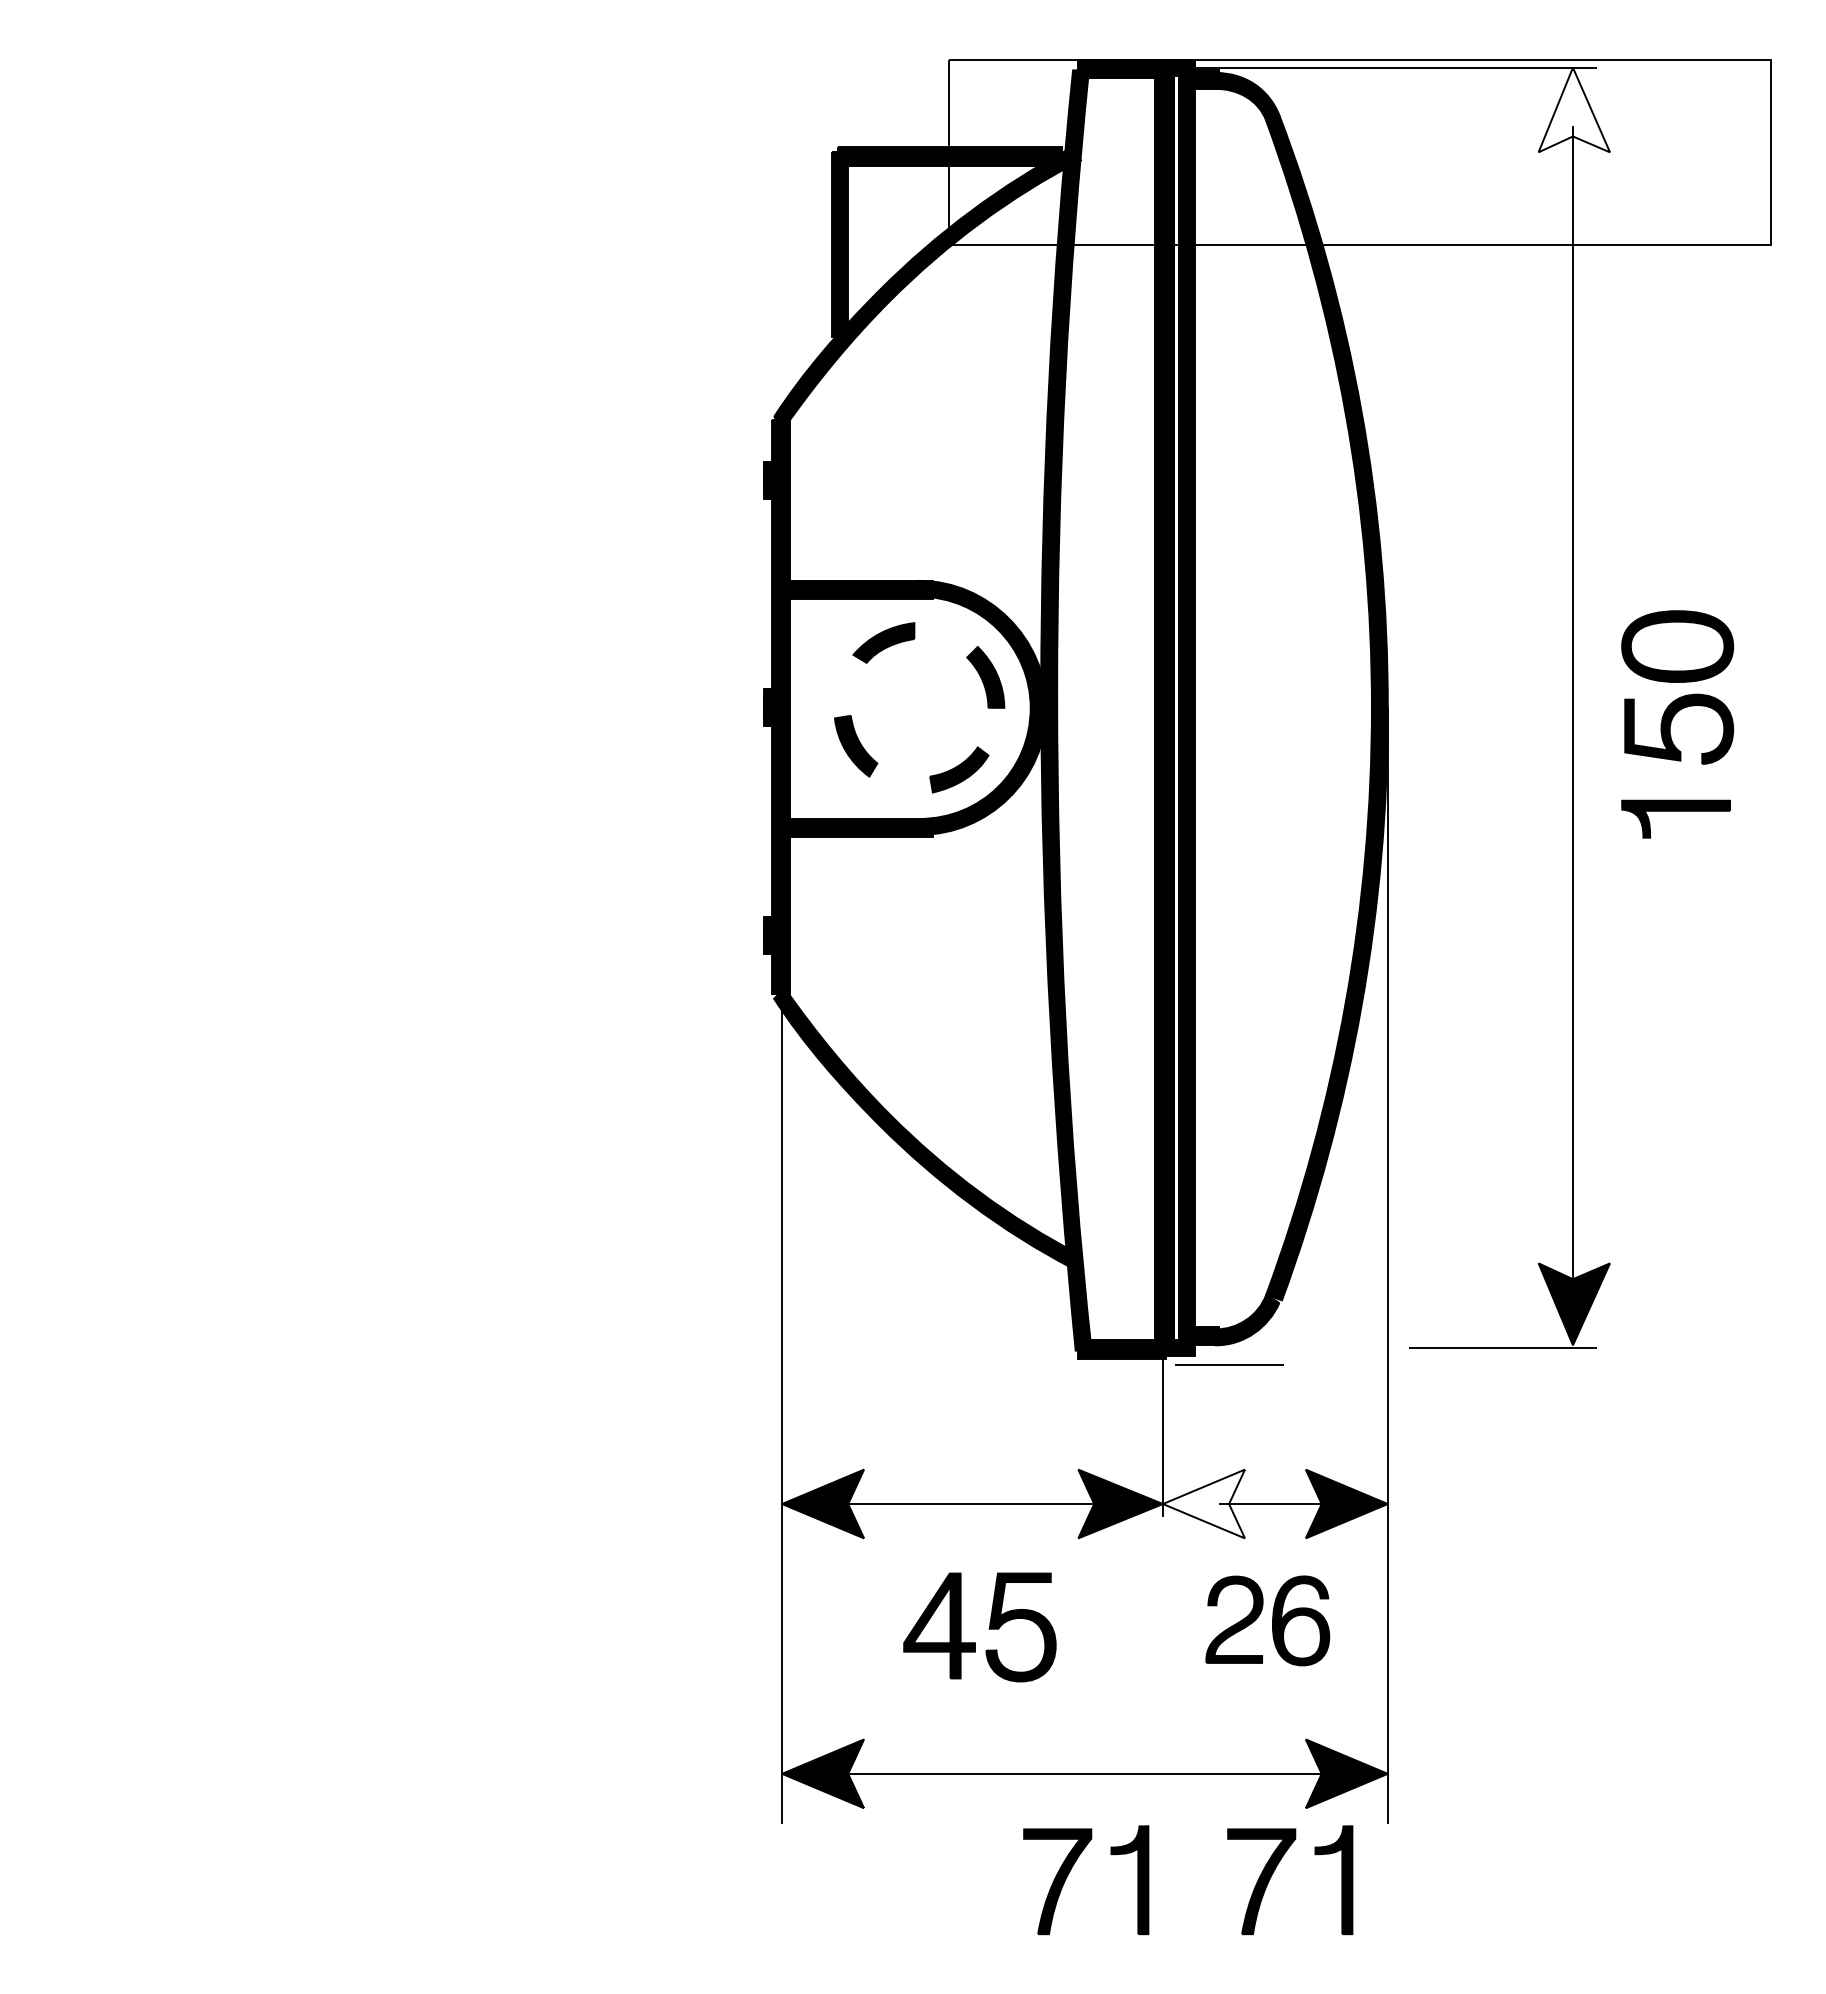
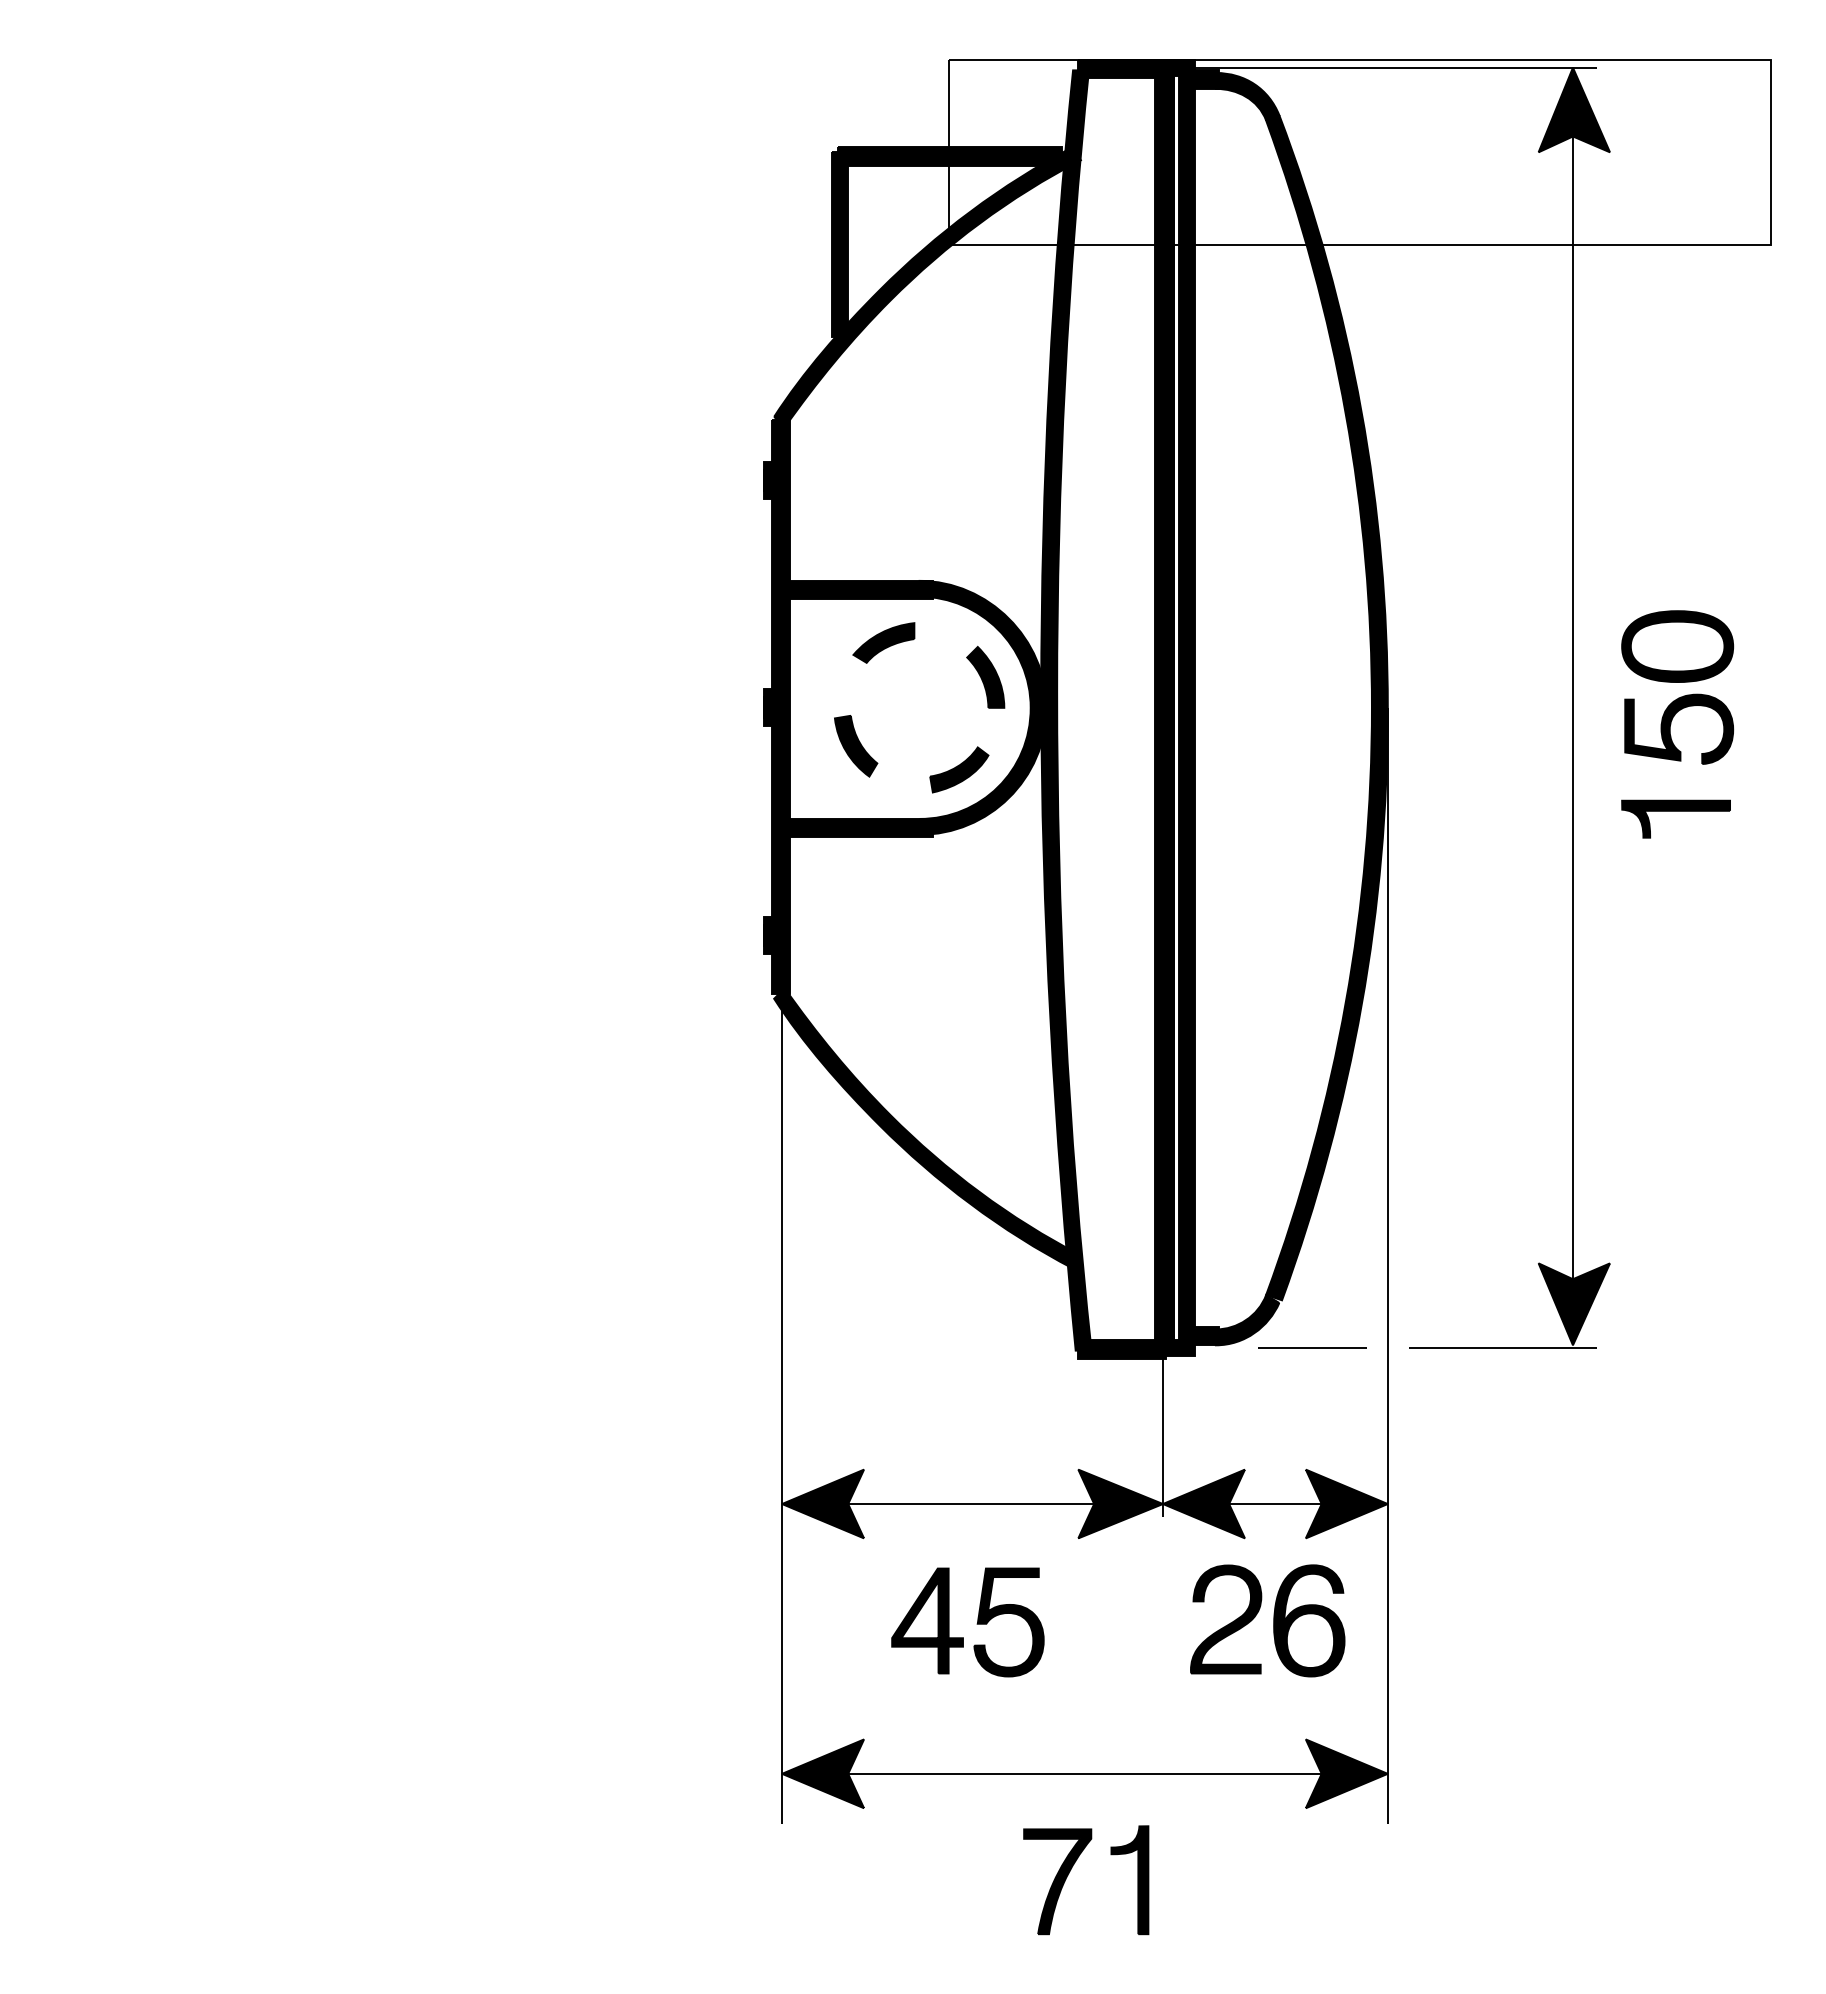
fill at (1574, 109): none -> present
line at (1229, 1364) position: (1229, 1364) -> (1312, 1347)
fill at (1203, 1503): none -> present
part at (1267, 1620) size: 126x92 px -> 156x114 px
part at (988, 1628) position: (988, 1628) -> (976, 1623)
part at (1274, 1871): present -> none
